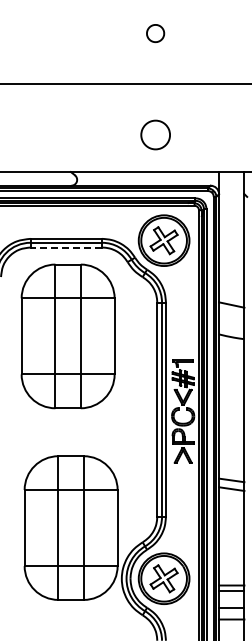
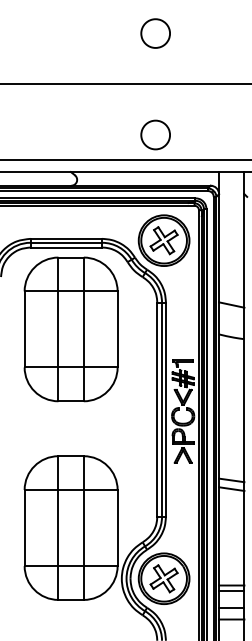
part at (155, 33) size: 20x20 px -> 31x31 px
line at (125, 160): none -> present
line at (66, 247): dashed -> solid
part at (67, 336) position: (67, 336) -> (70, 329)
